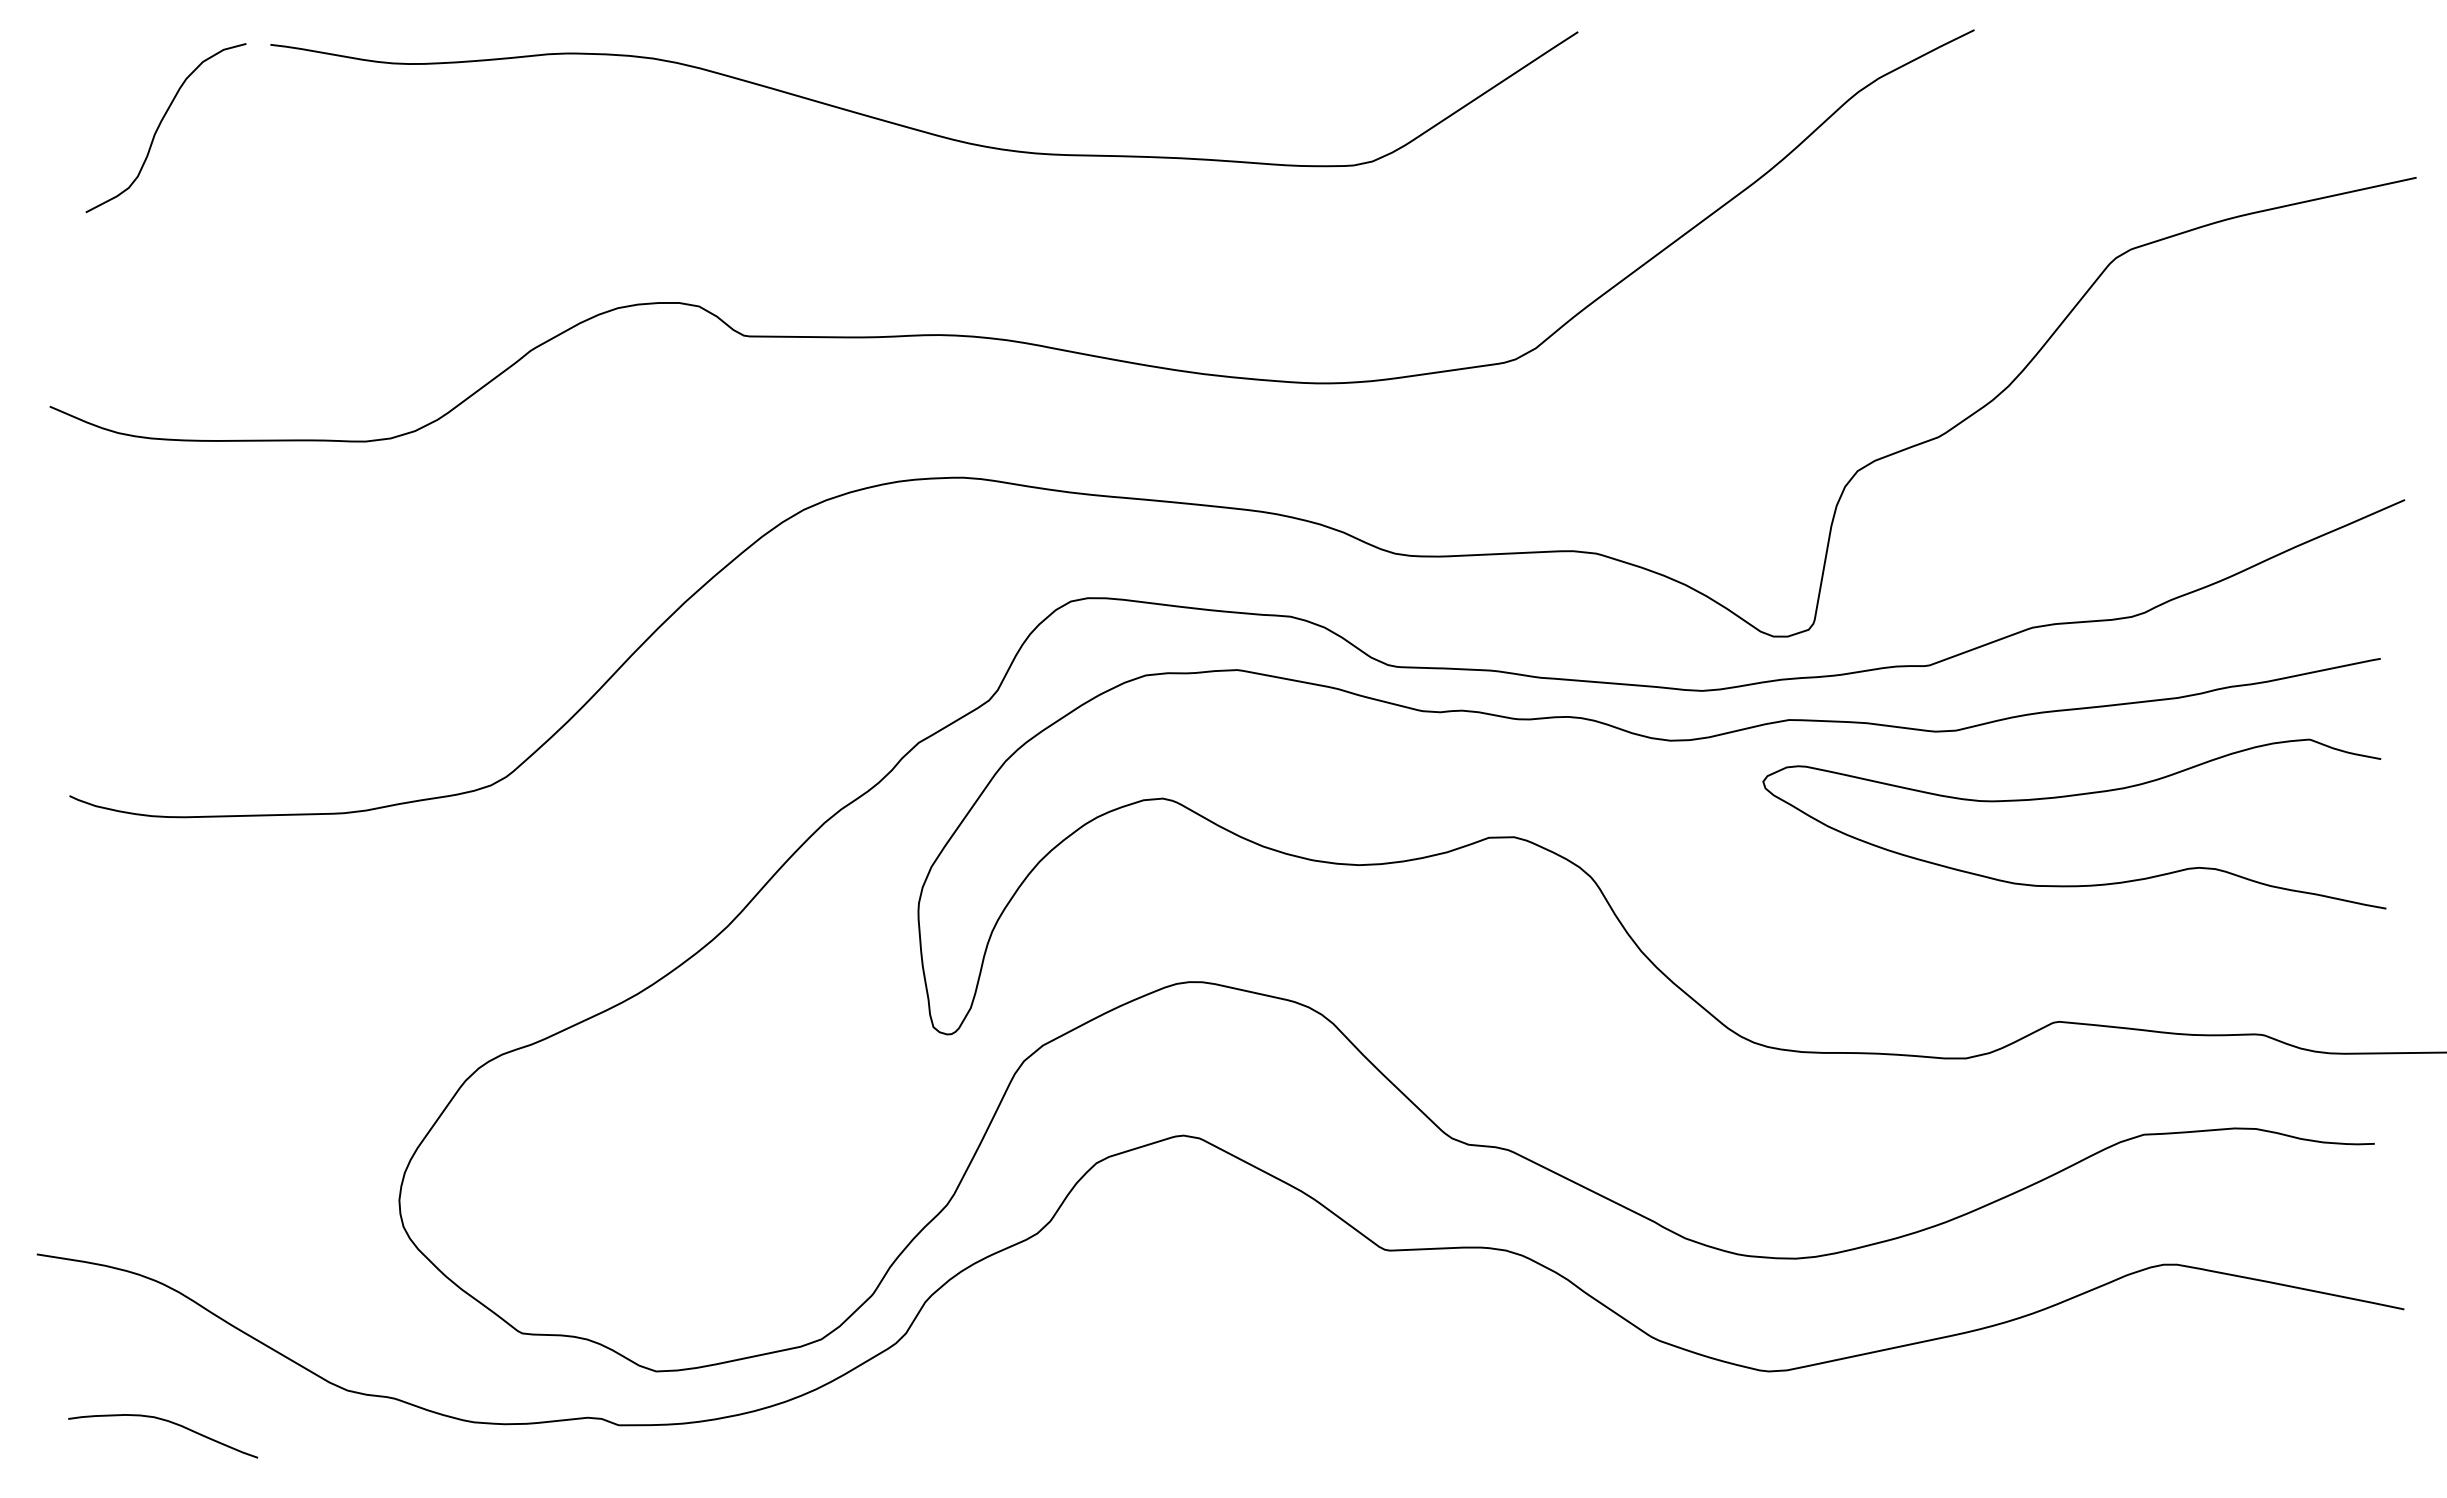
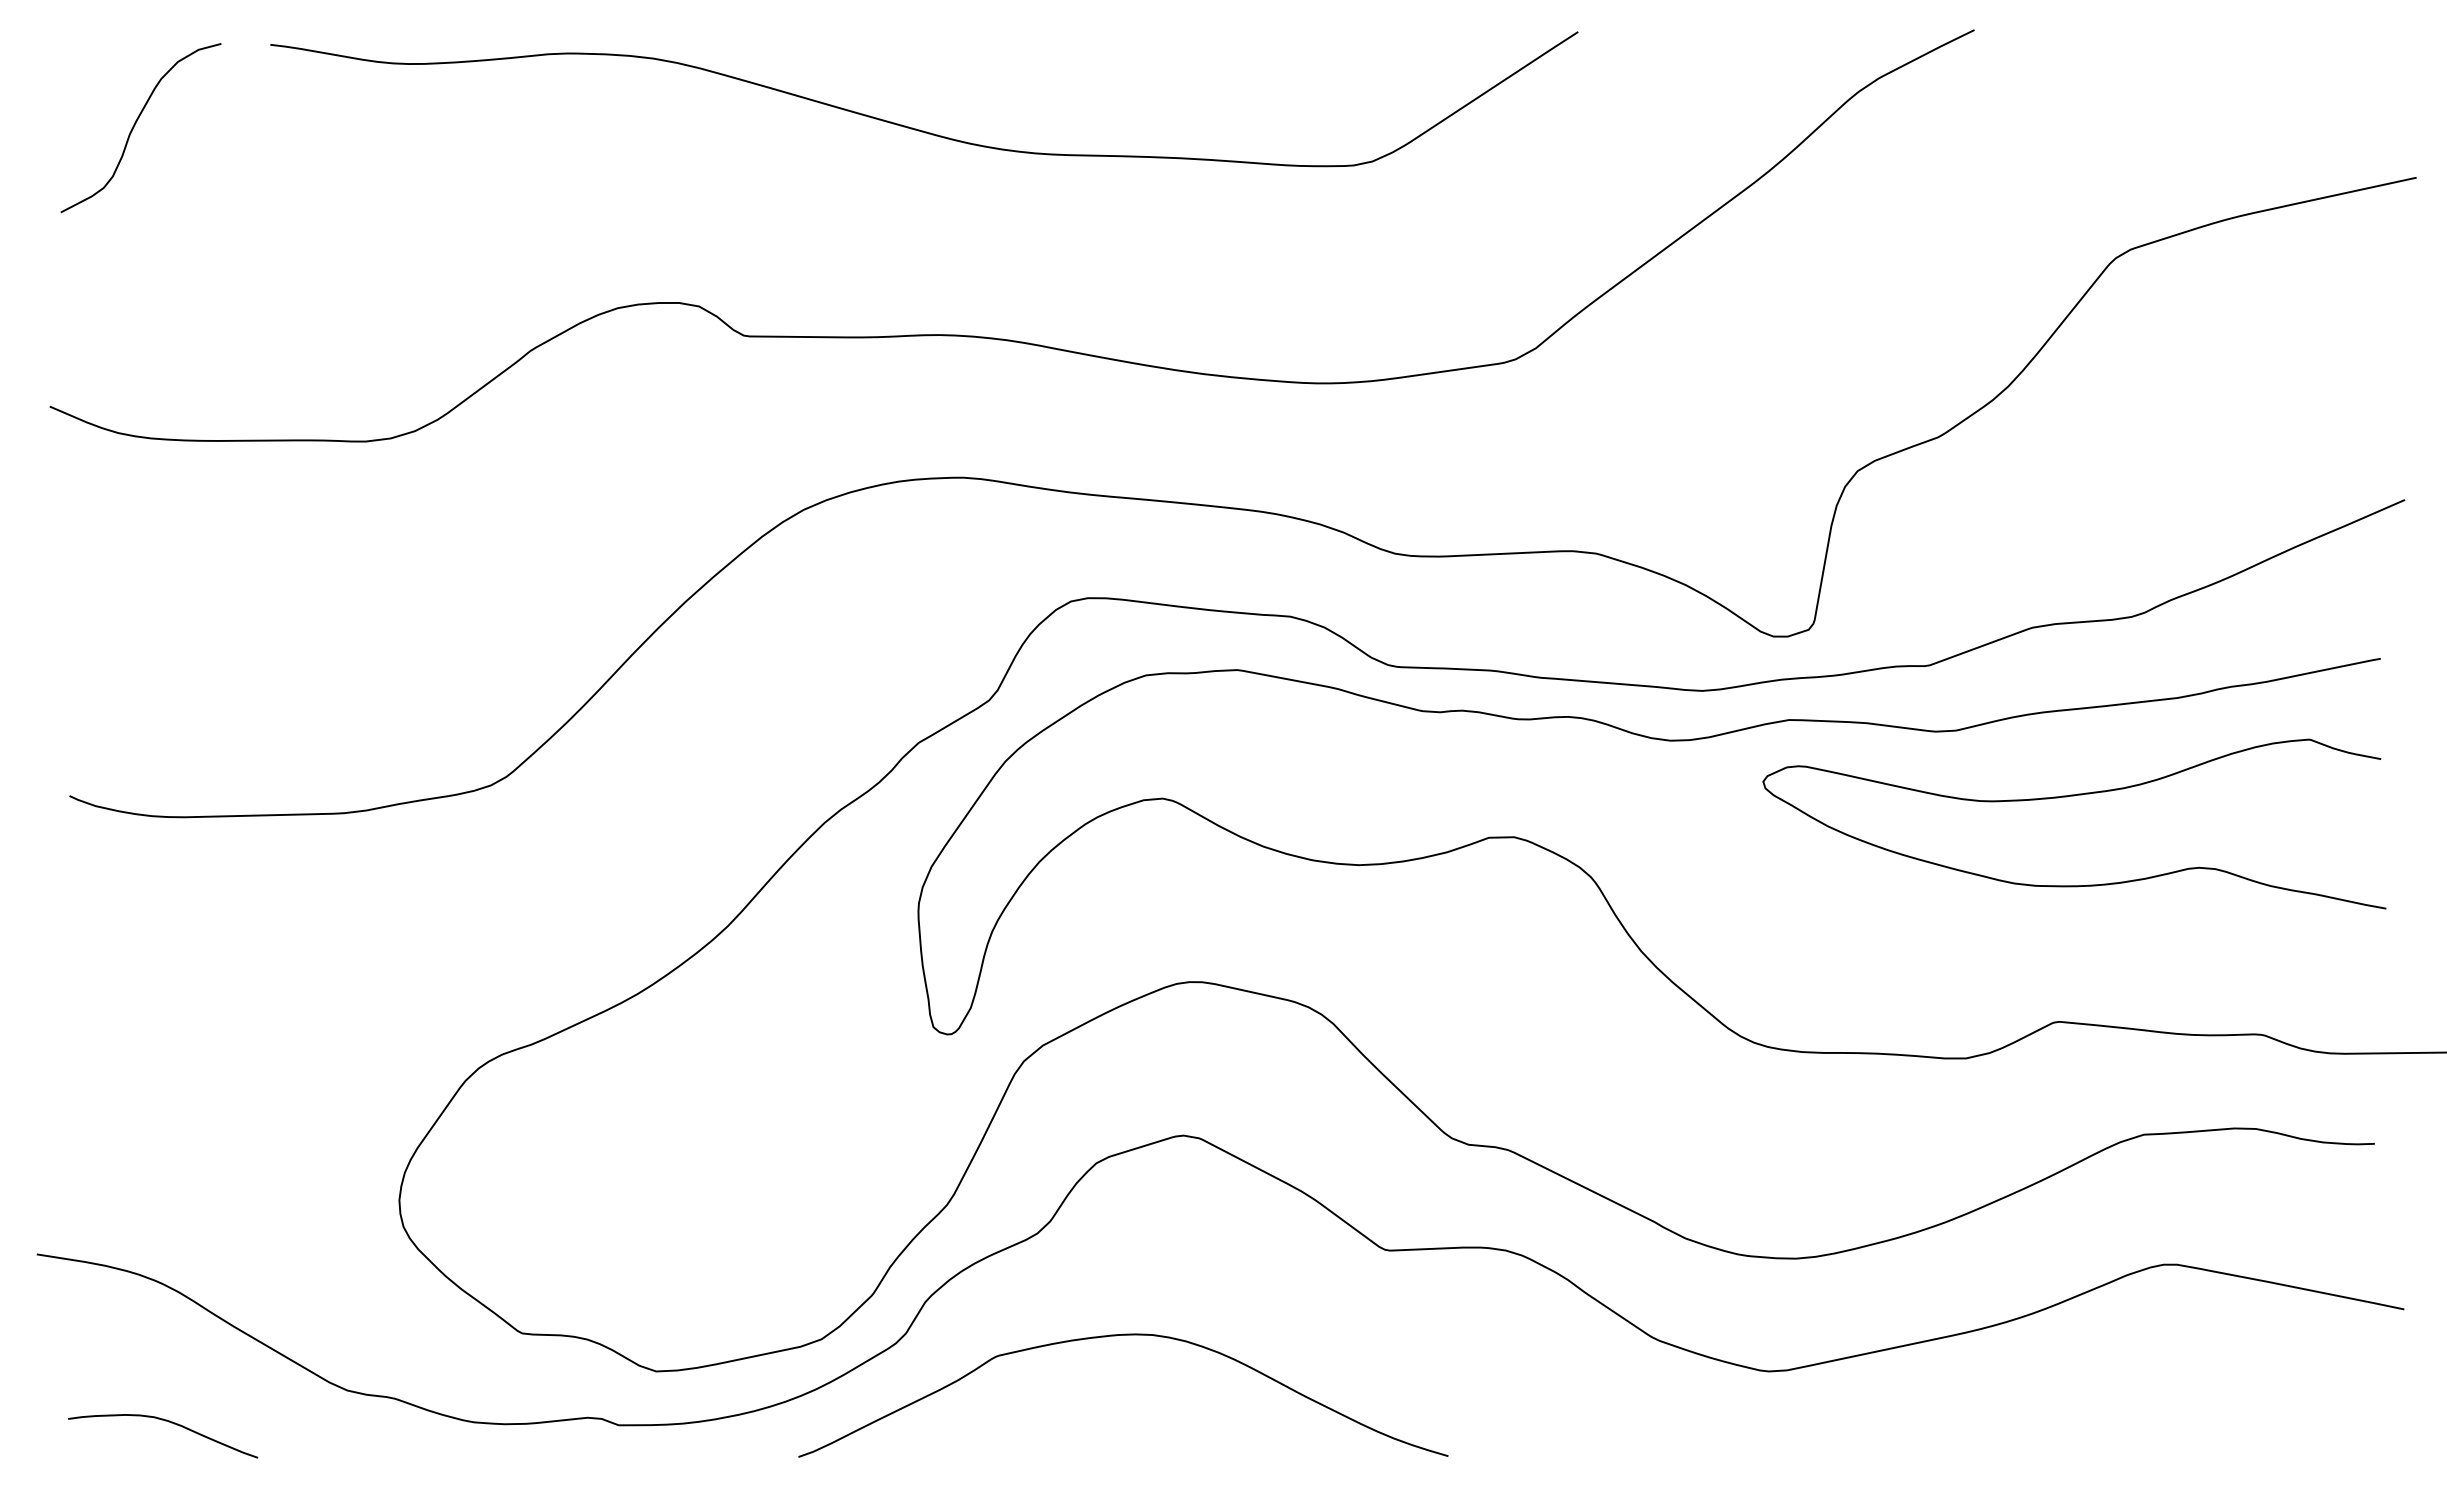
curve at (160, 125) position: (160, 125) -> (135, 125)
curve at (1116, 1336): none -> present
